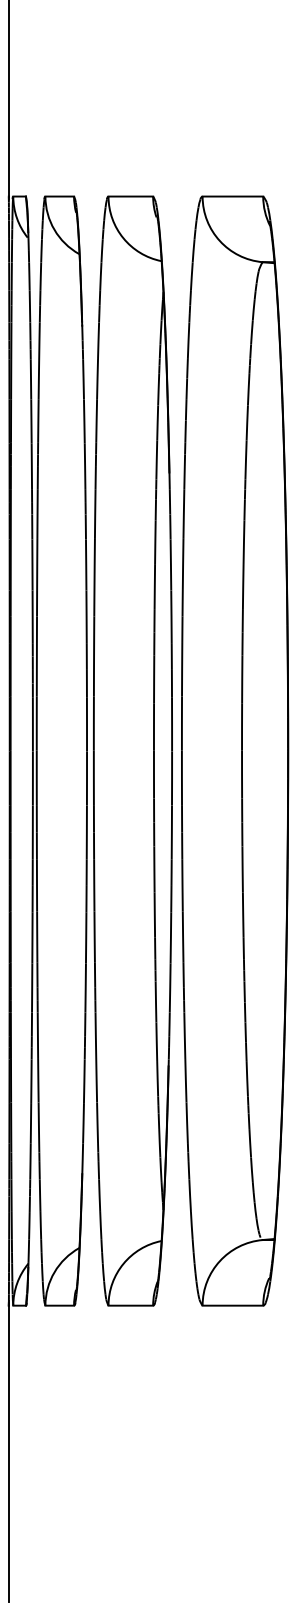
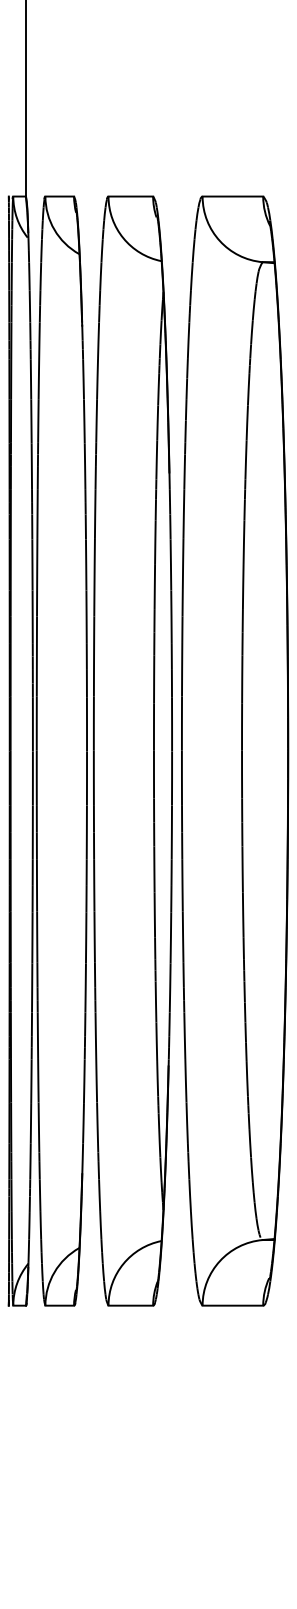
line at (8, 99) position: (8, 99) -> (25, 99)
line at (8, 1453): present -> none
